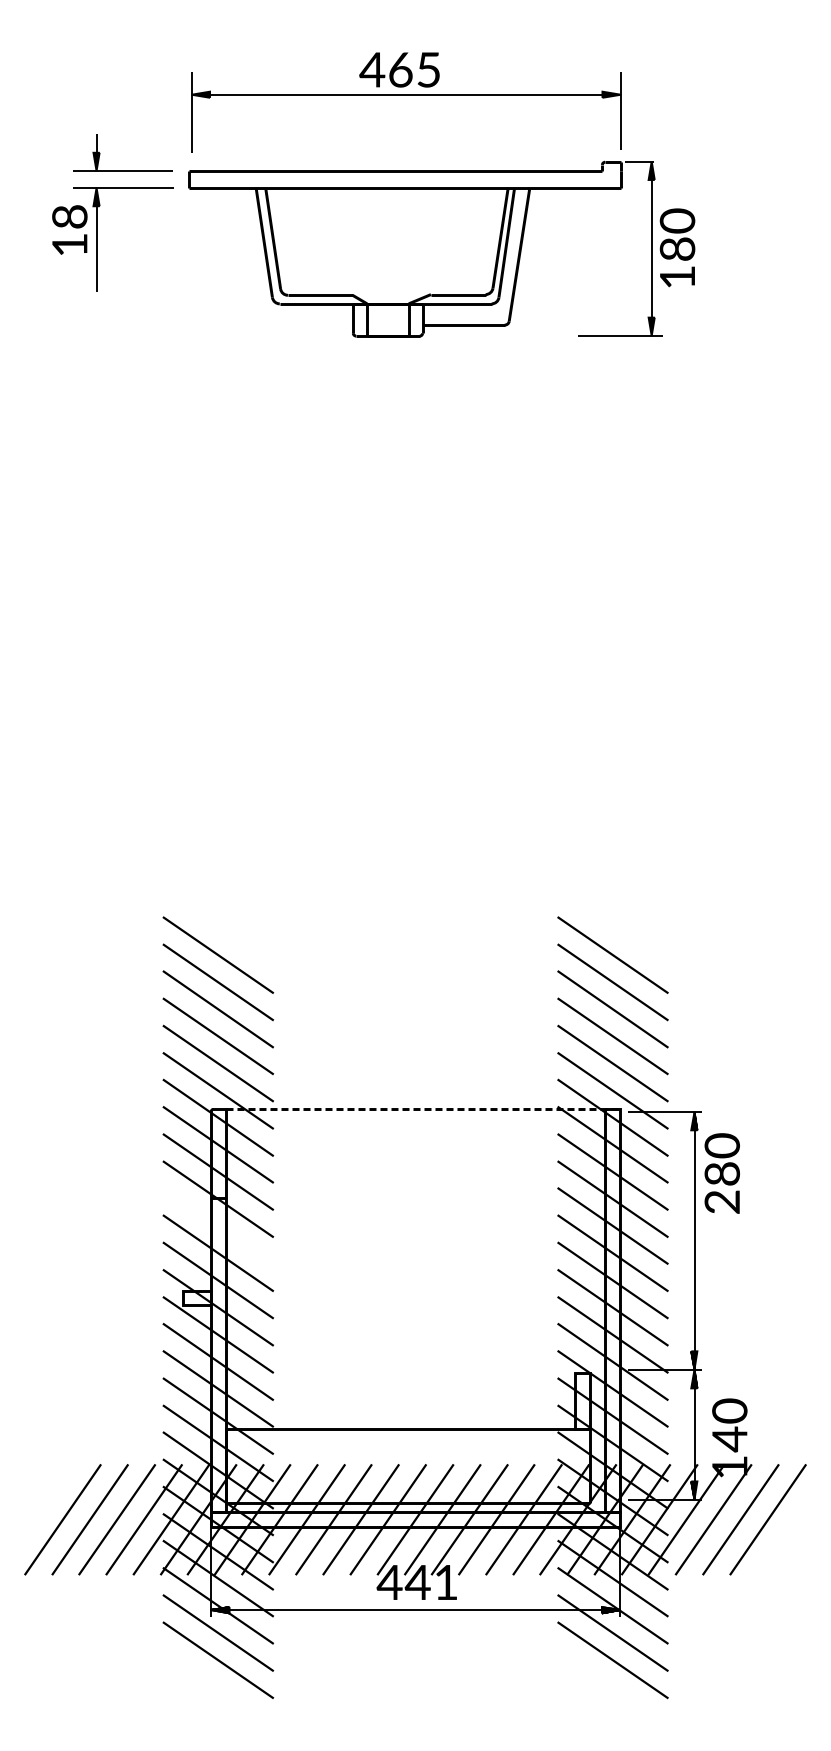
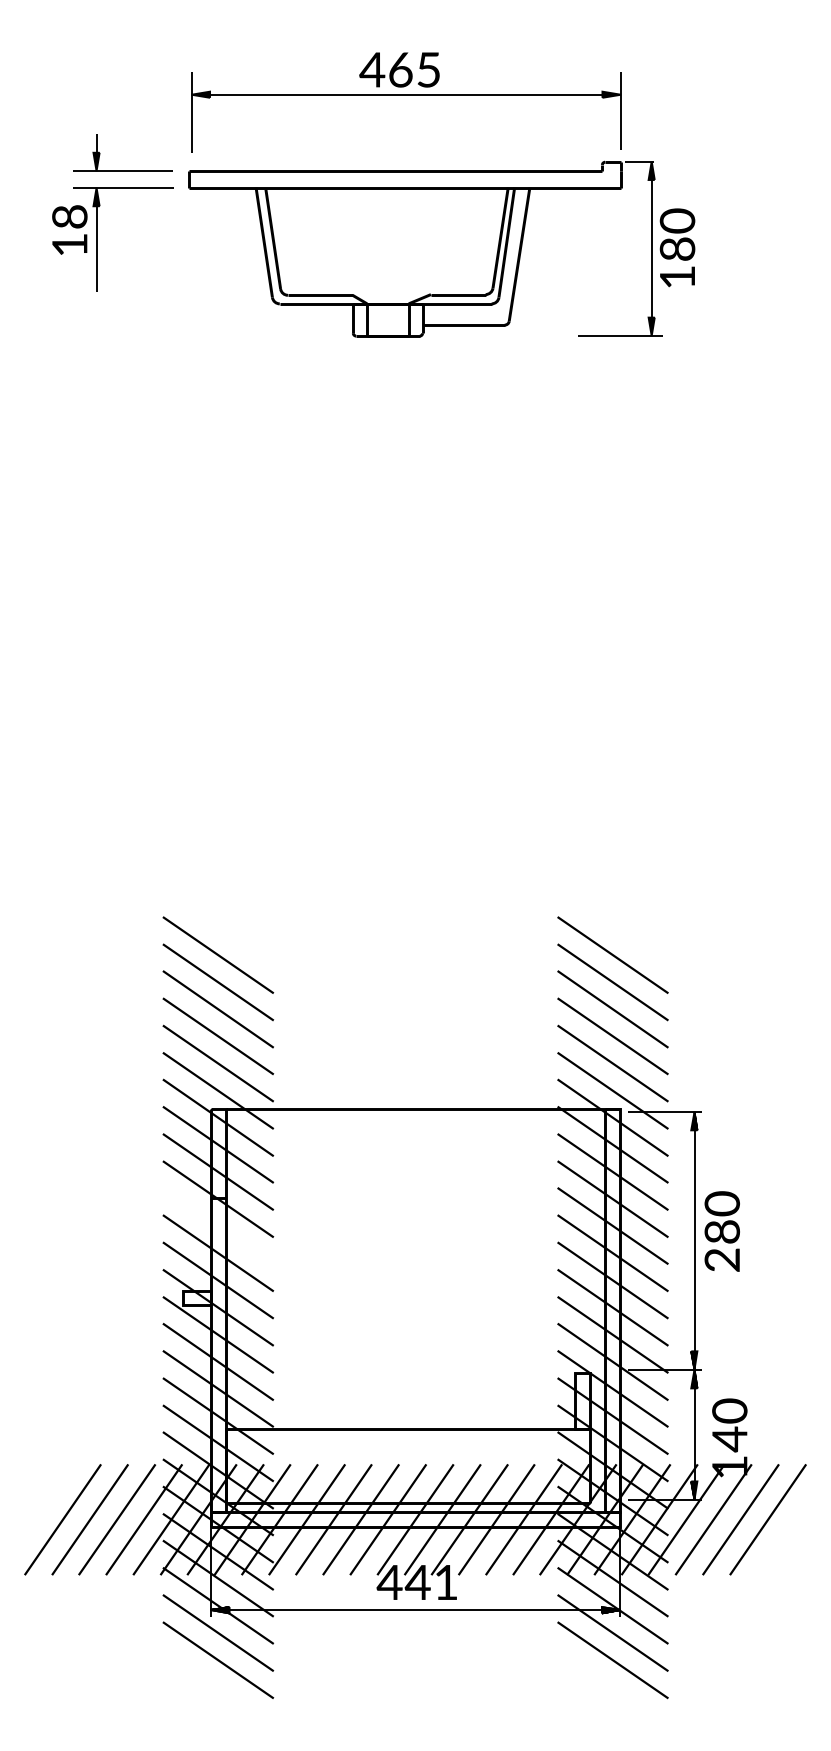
line at (423, 1109): dashed -> solid
text at (721, 1173) position: (721, 1173) -> (721, 1231)
